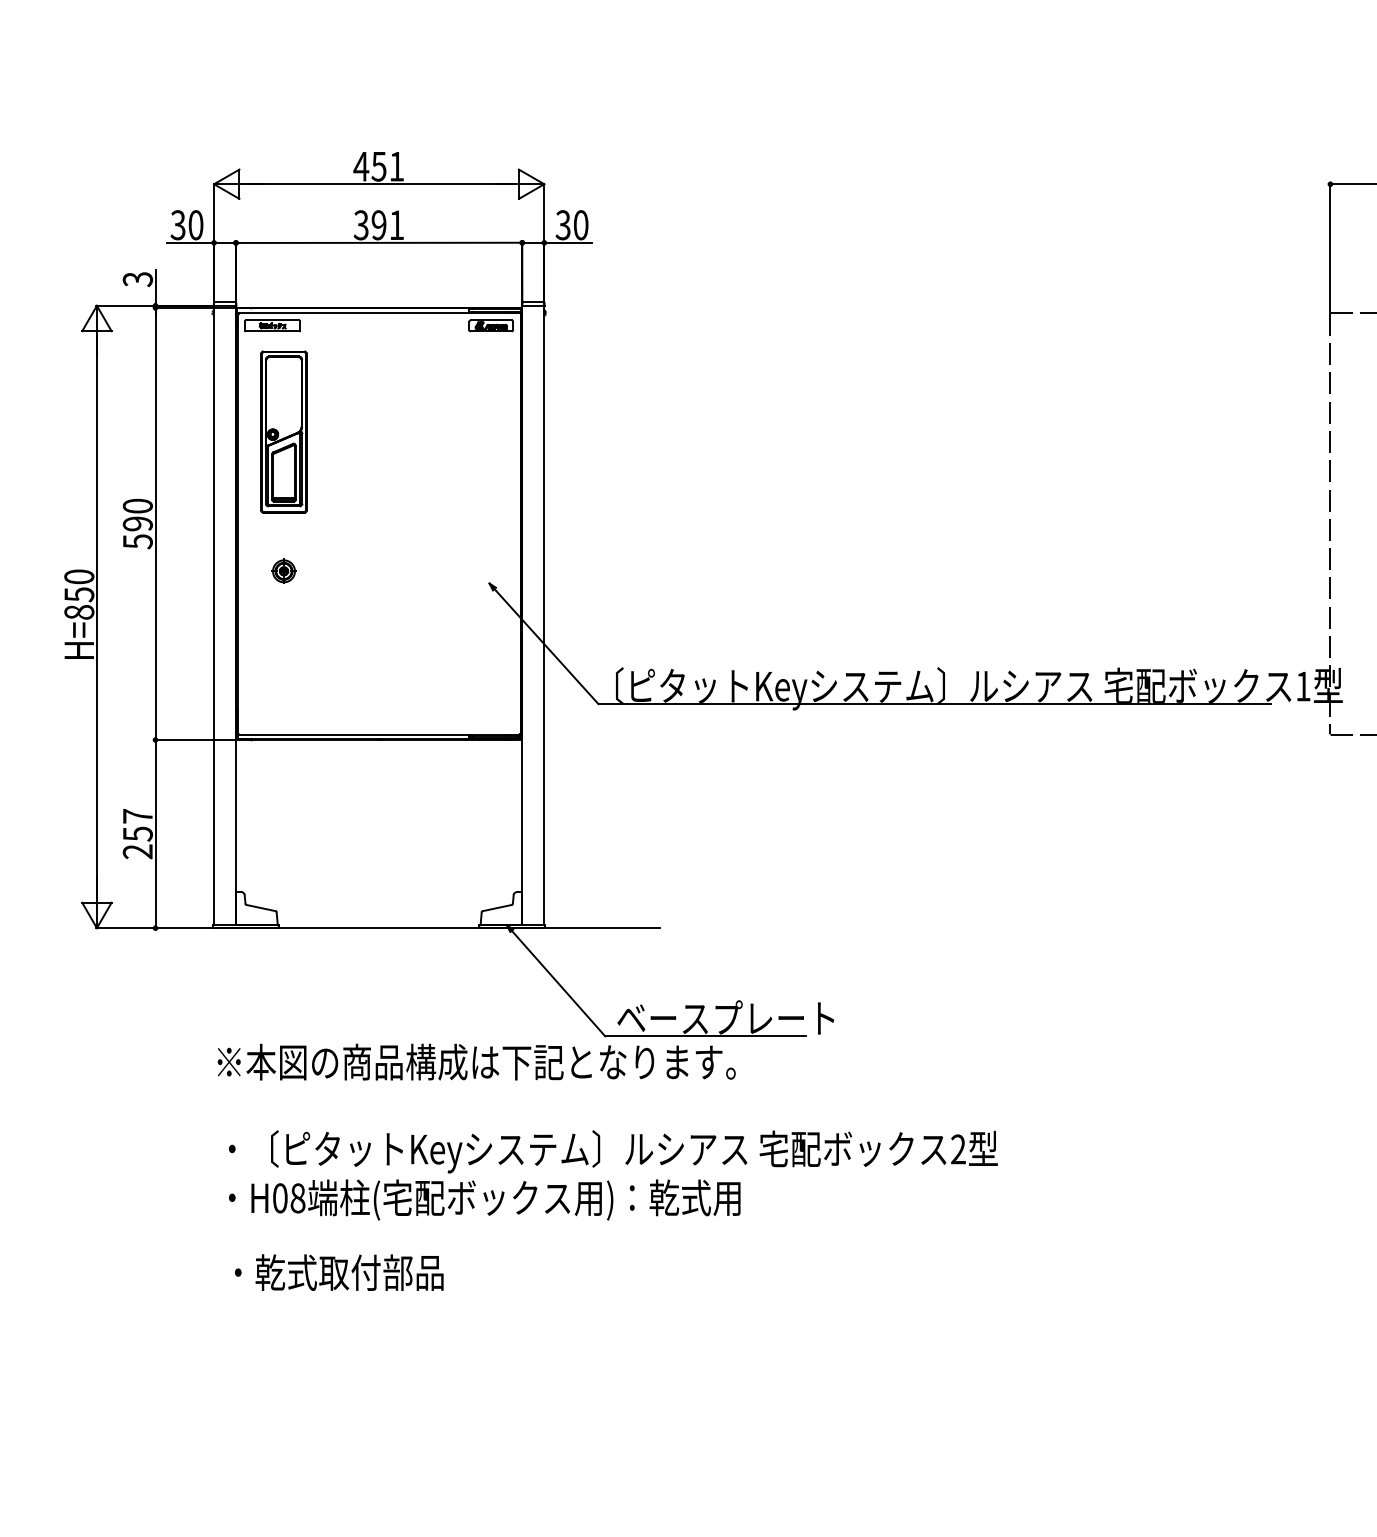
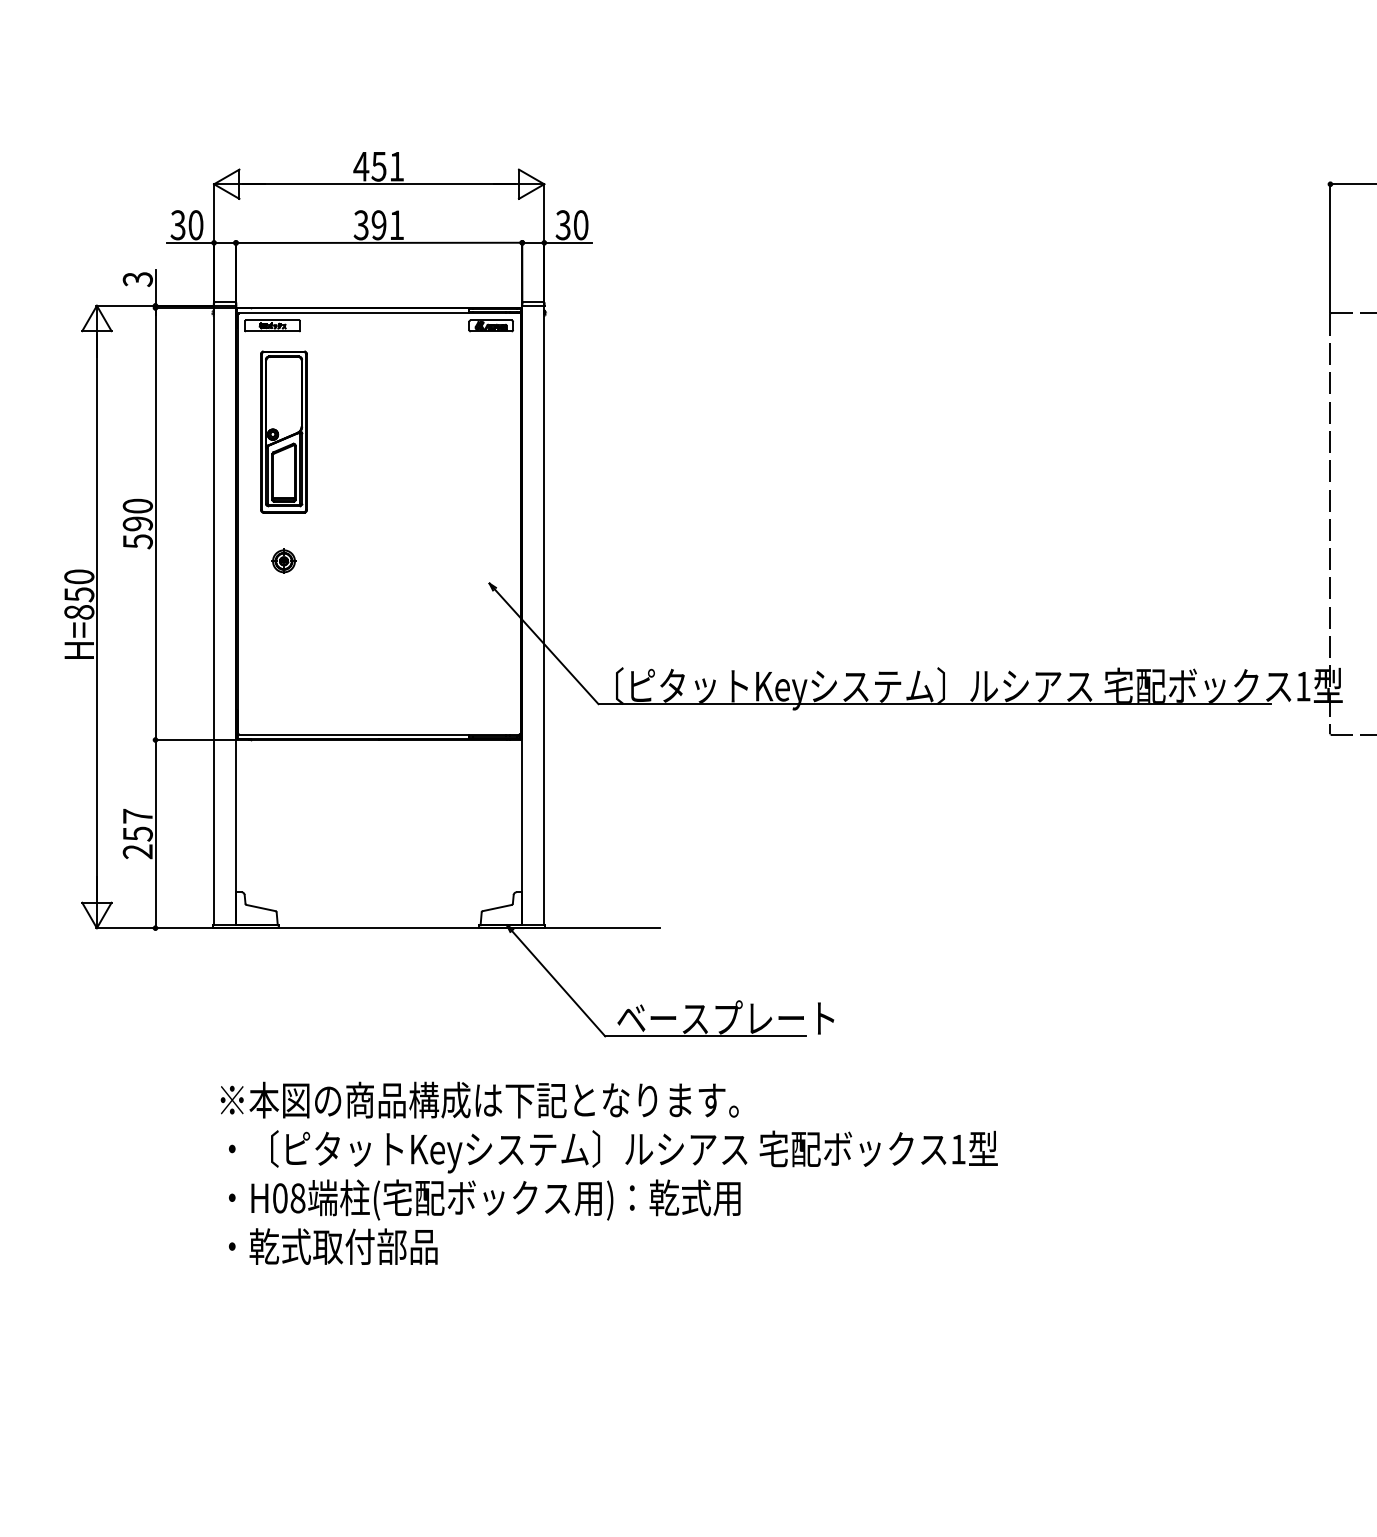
part at (283, 570) position: (283, 570) -> (283, 560)
text at (476, 1061) position: (476, 1061) -> (479, 1099)
text at (958, 1149): 2 -> 1
text at (339, 1272) position: (339, 1272) -> (333, 1246)
